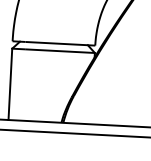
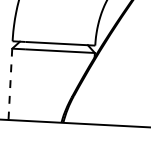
line at (10, 84): solid -> dashed
line at (74, 133): present -> none
